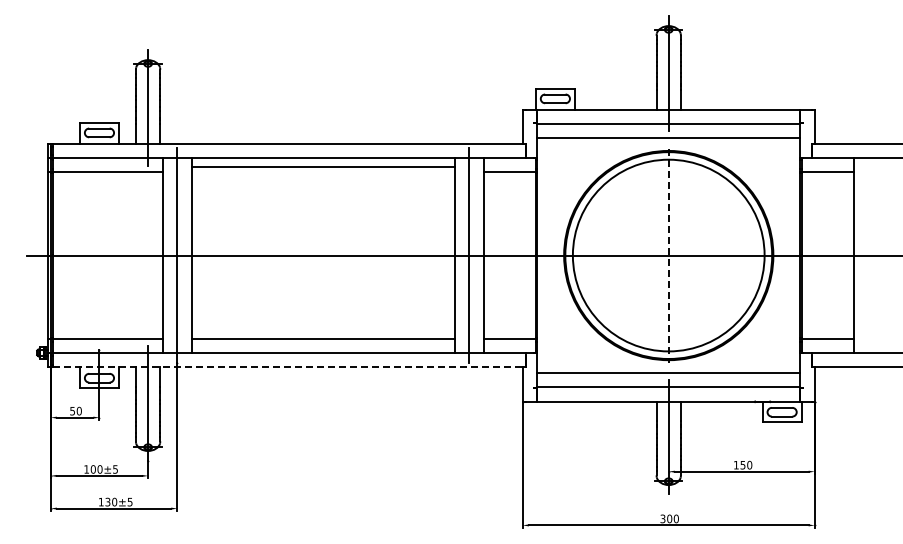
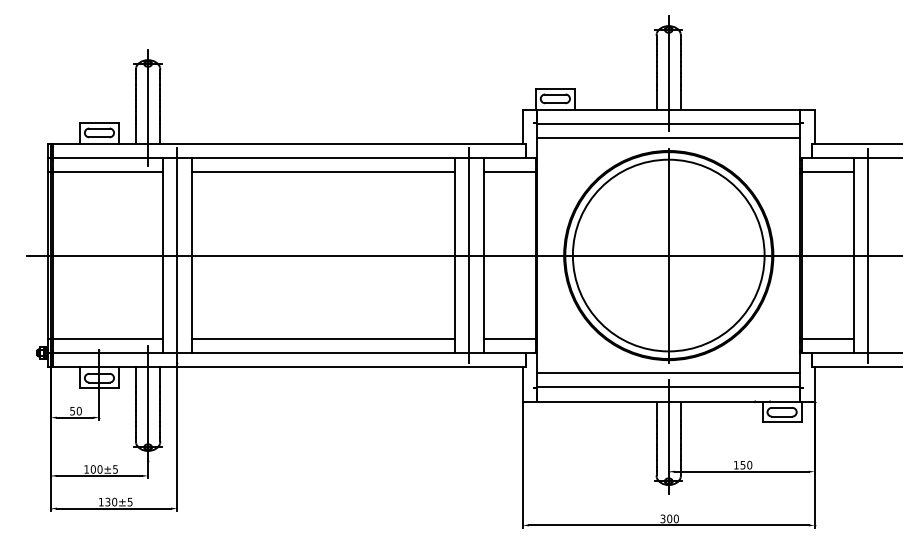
line at (322, 166) position: (322, 166) -> (322, 171)
line at (868, 255): none -> present
line at (668, 256): dashed -> solid
line at (288, 367): dashed -> solid
